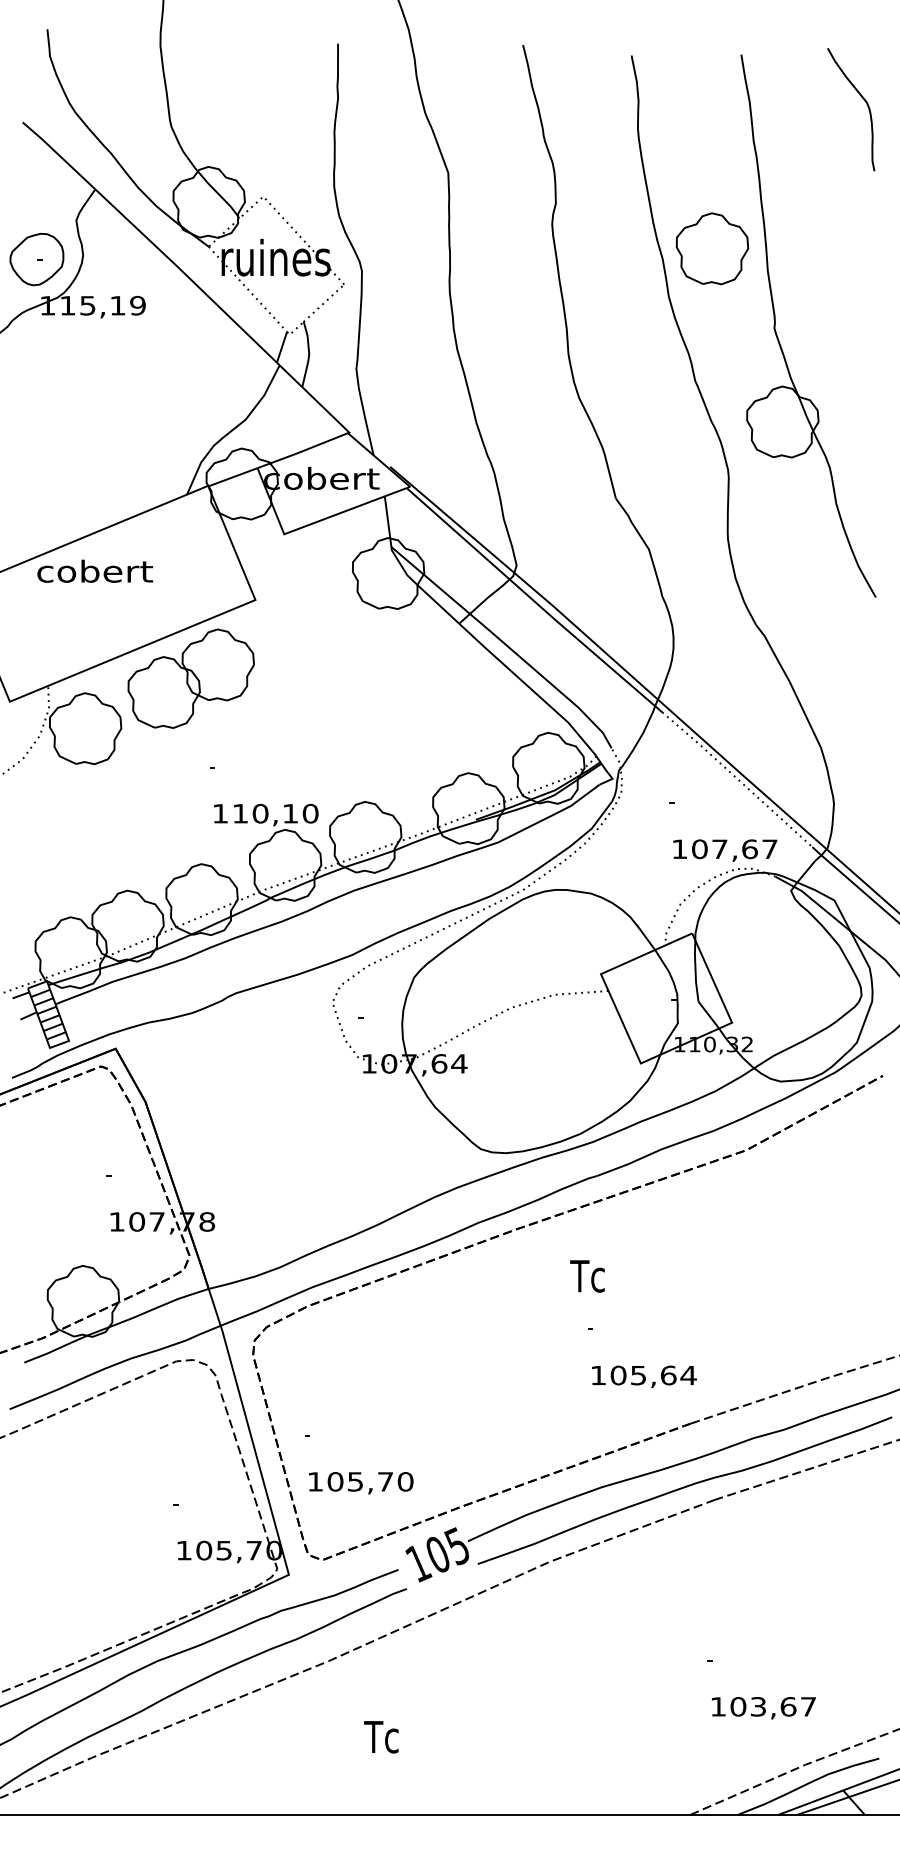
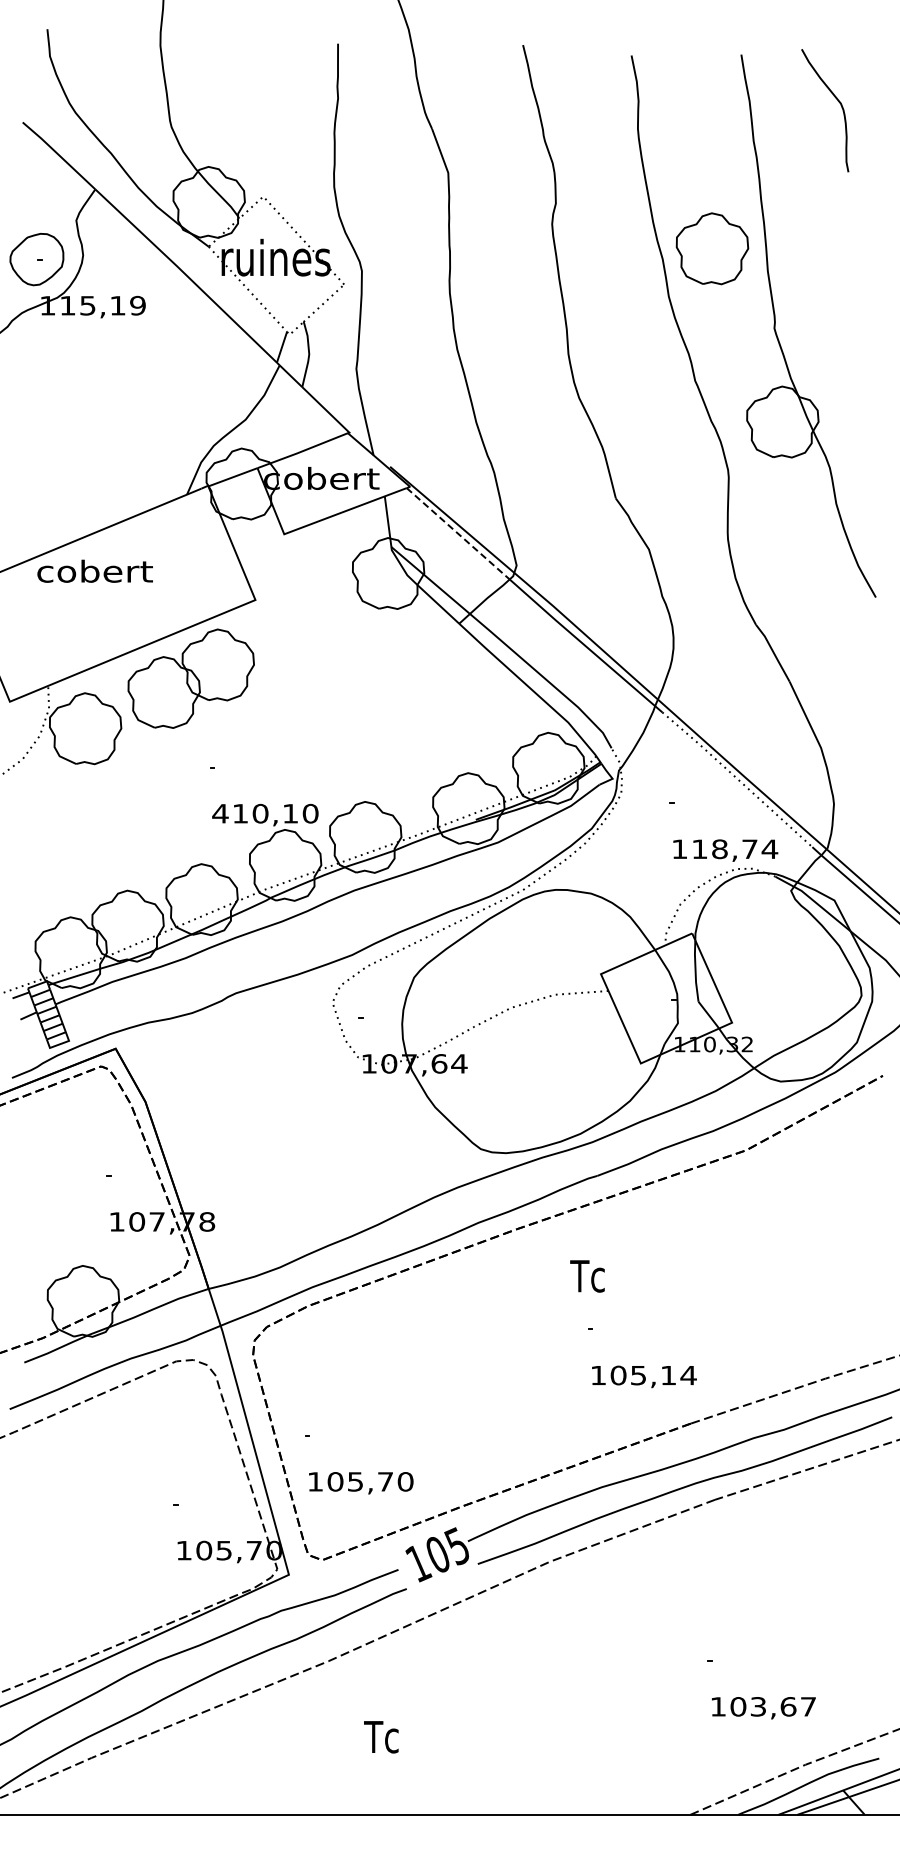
curve at (864, 101) position: (864, 101) -> (838, 102)
line at (458, 533): solid -> dashed
text at (220, 813): 110,10 -> 410,10
text at (735, 849): 107,67 -> 118,74
text at (668, 1375): 105,64 -> 105,14
